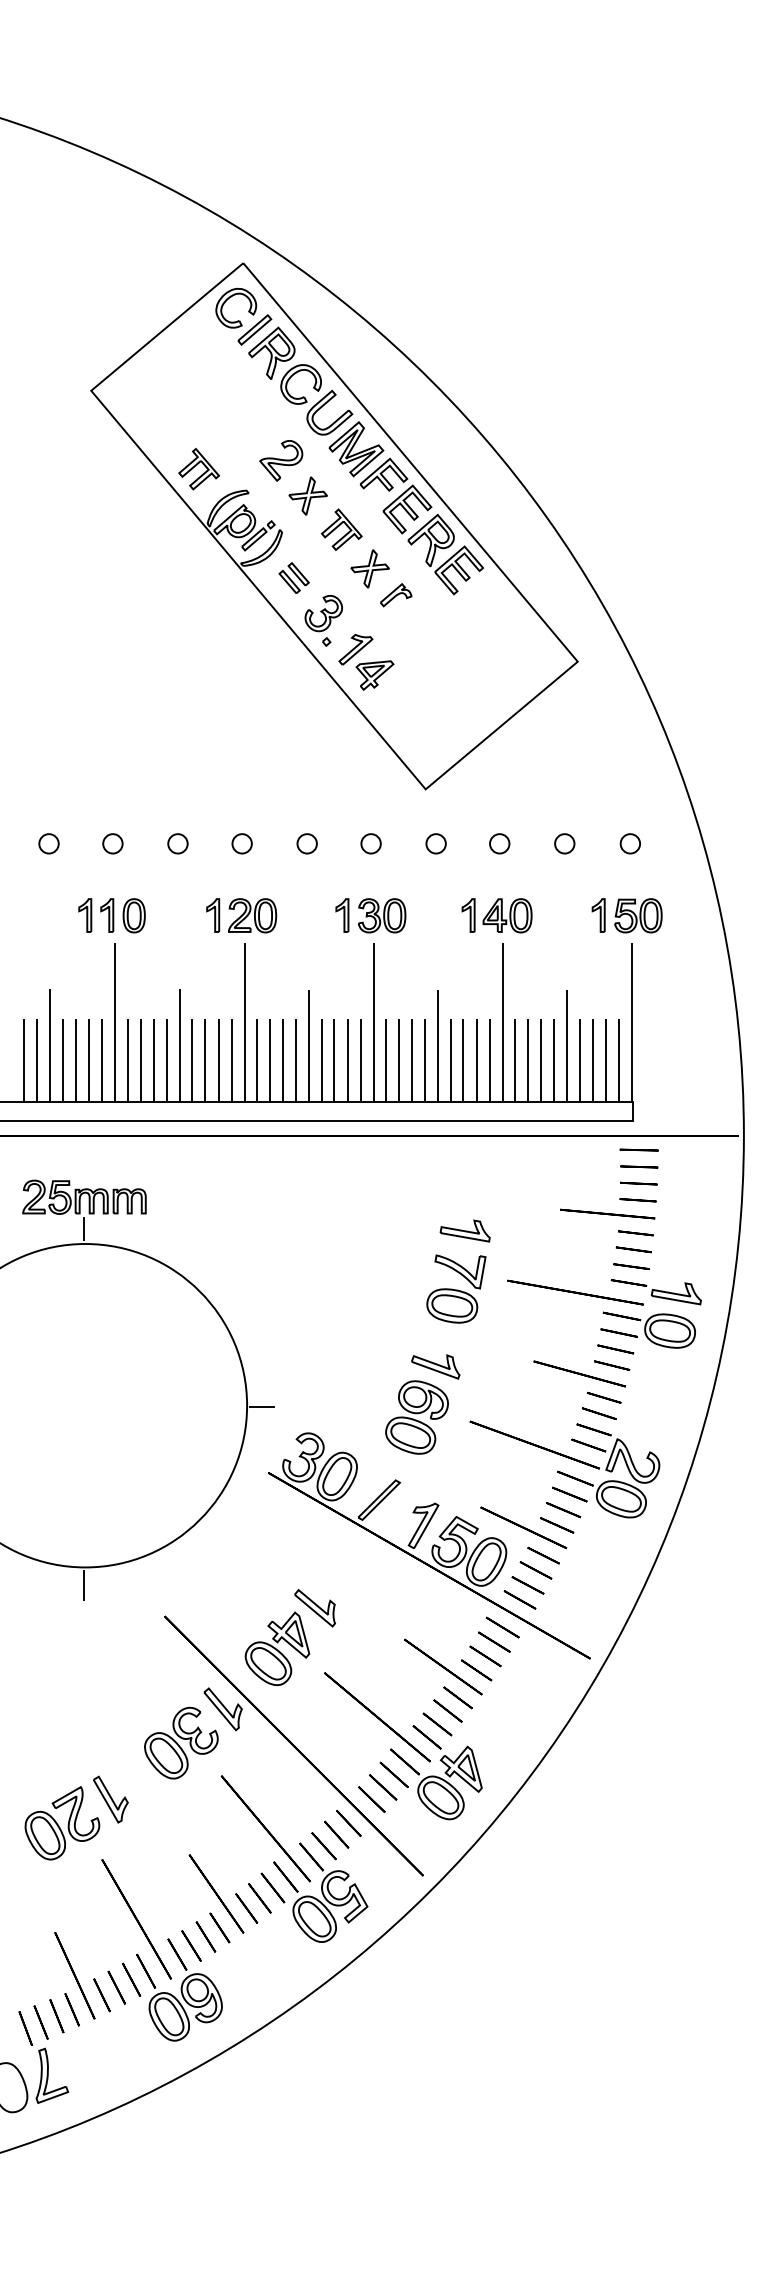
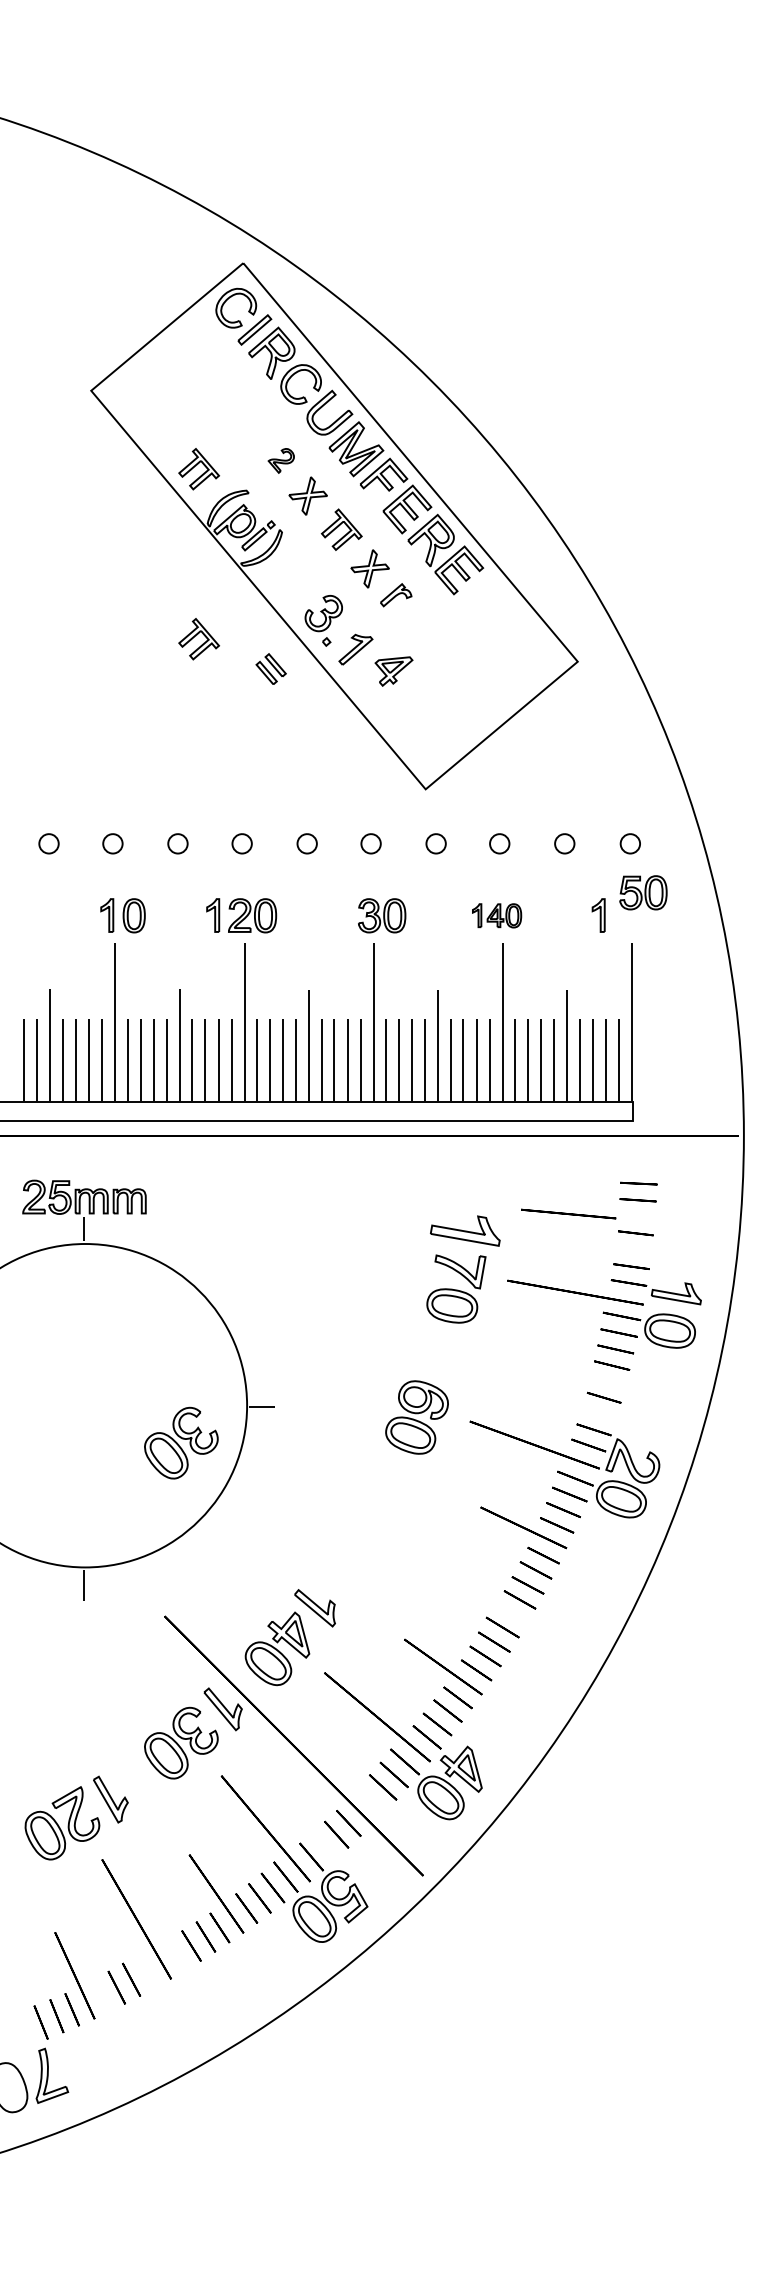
part at (281, 460) size: 45x42 px -> 28x26 px
part at (293, 577) position: (293, 577) -> (270, 668)
part at (199, 639): none -> present
part at (374, 675) position: (374, 675) -> (393, 671)
part at (85, 915): present -> none
part at (342, 915): present -> none
part at (496, 915) size: 72x36 px -> 51x26 px
part at (638, 915) position: (638, 915) -> (643, 892)
line at (638, 1149): present -> none
line at (639, 1166): present -> none
line at (607, 1213) position: (607, 1213) -> (568, 1213)
part at (464, 1230) size: 52x24 px -> 71x32 px
line at (633, 1249): present -> none
part at (435, 1366): present -> none
line at (579, 1373): present -> none
line at (599, 1413): present -> none
part at (181, 1442): none -> present
part at (429, 1545): present -> none
line at (371, 1799): present -> none
line at (323, 1846): present -> none
part at (179, 1989): present -> none
line at (101, 1995): present -> none
line at (25, 2028): present -> none
